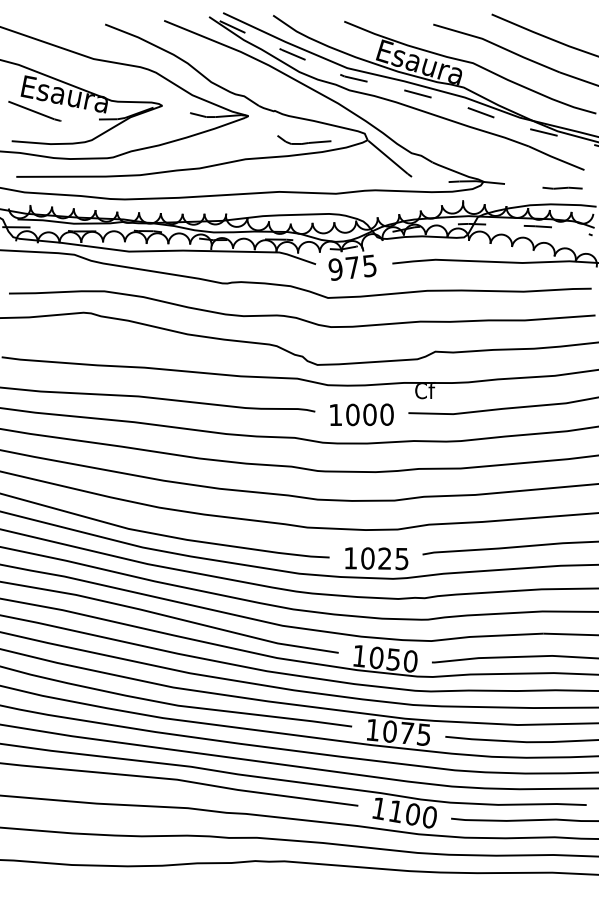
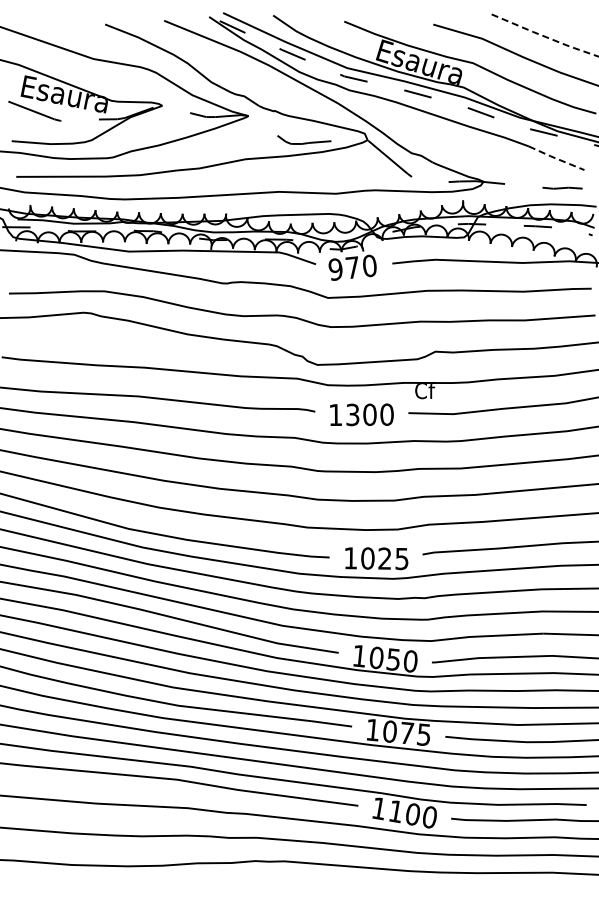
line at (545, 36): solid -> dashed
line at (556, 158): solid -> dashed
text at (369, 265): 975 -> 970
text at (352, 414): 1000 -> 1300
